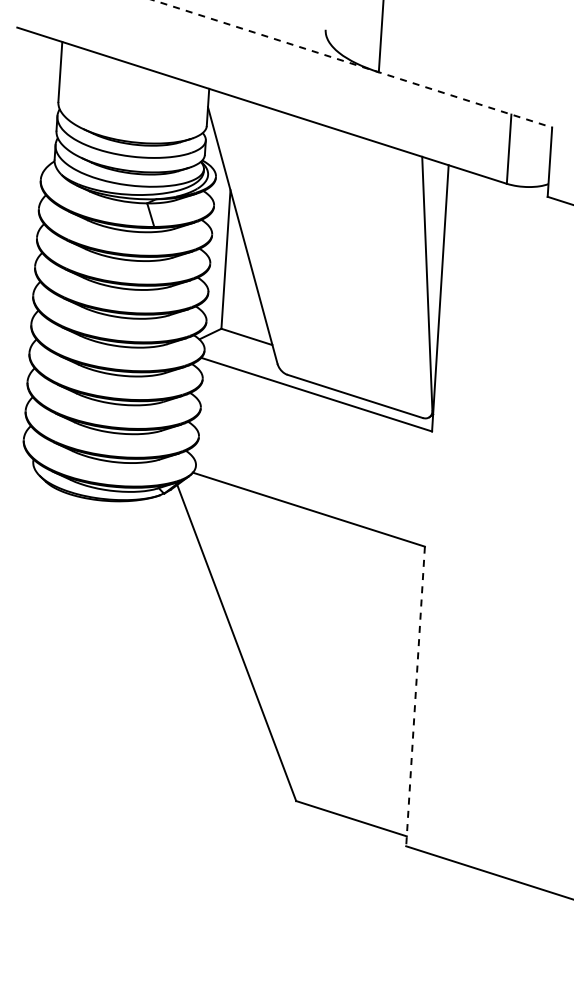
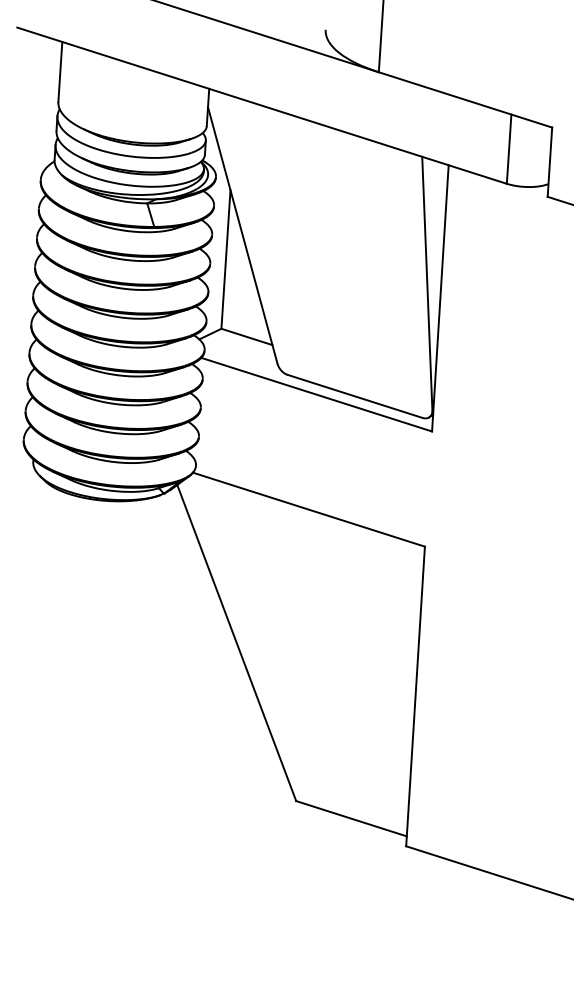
line at (353, 64): dashed -> solid
line at (415, 696): dashed -> solid
